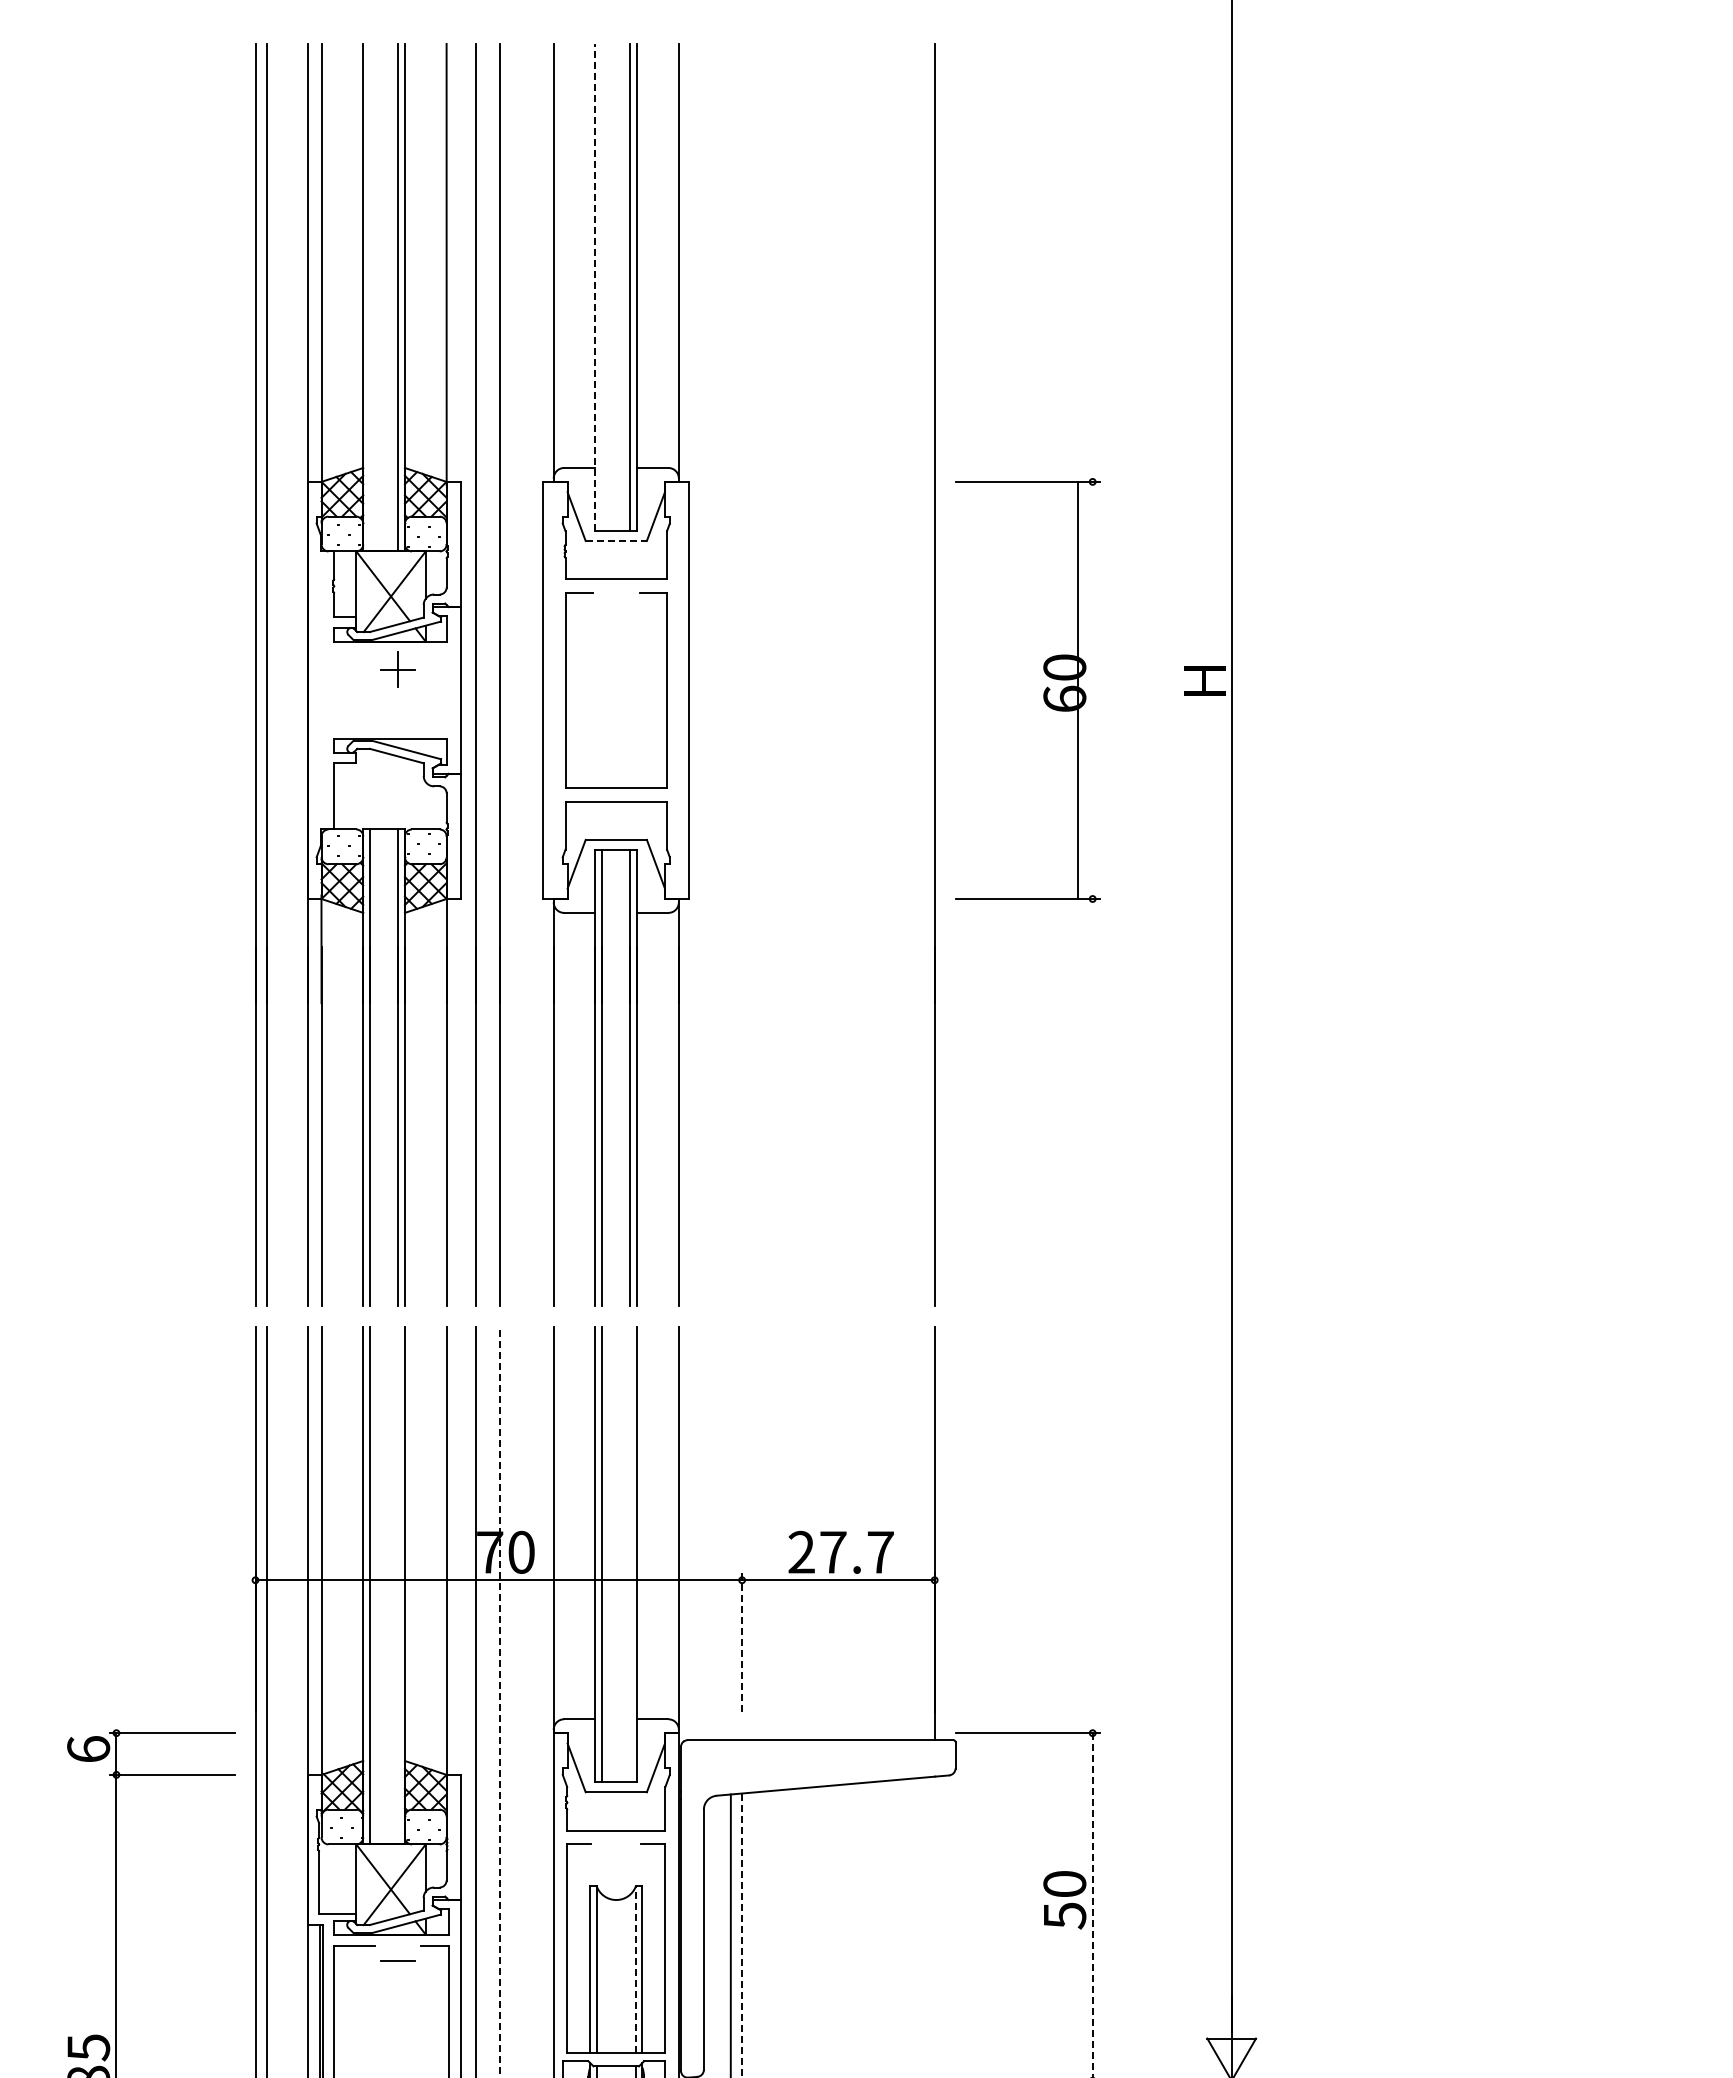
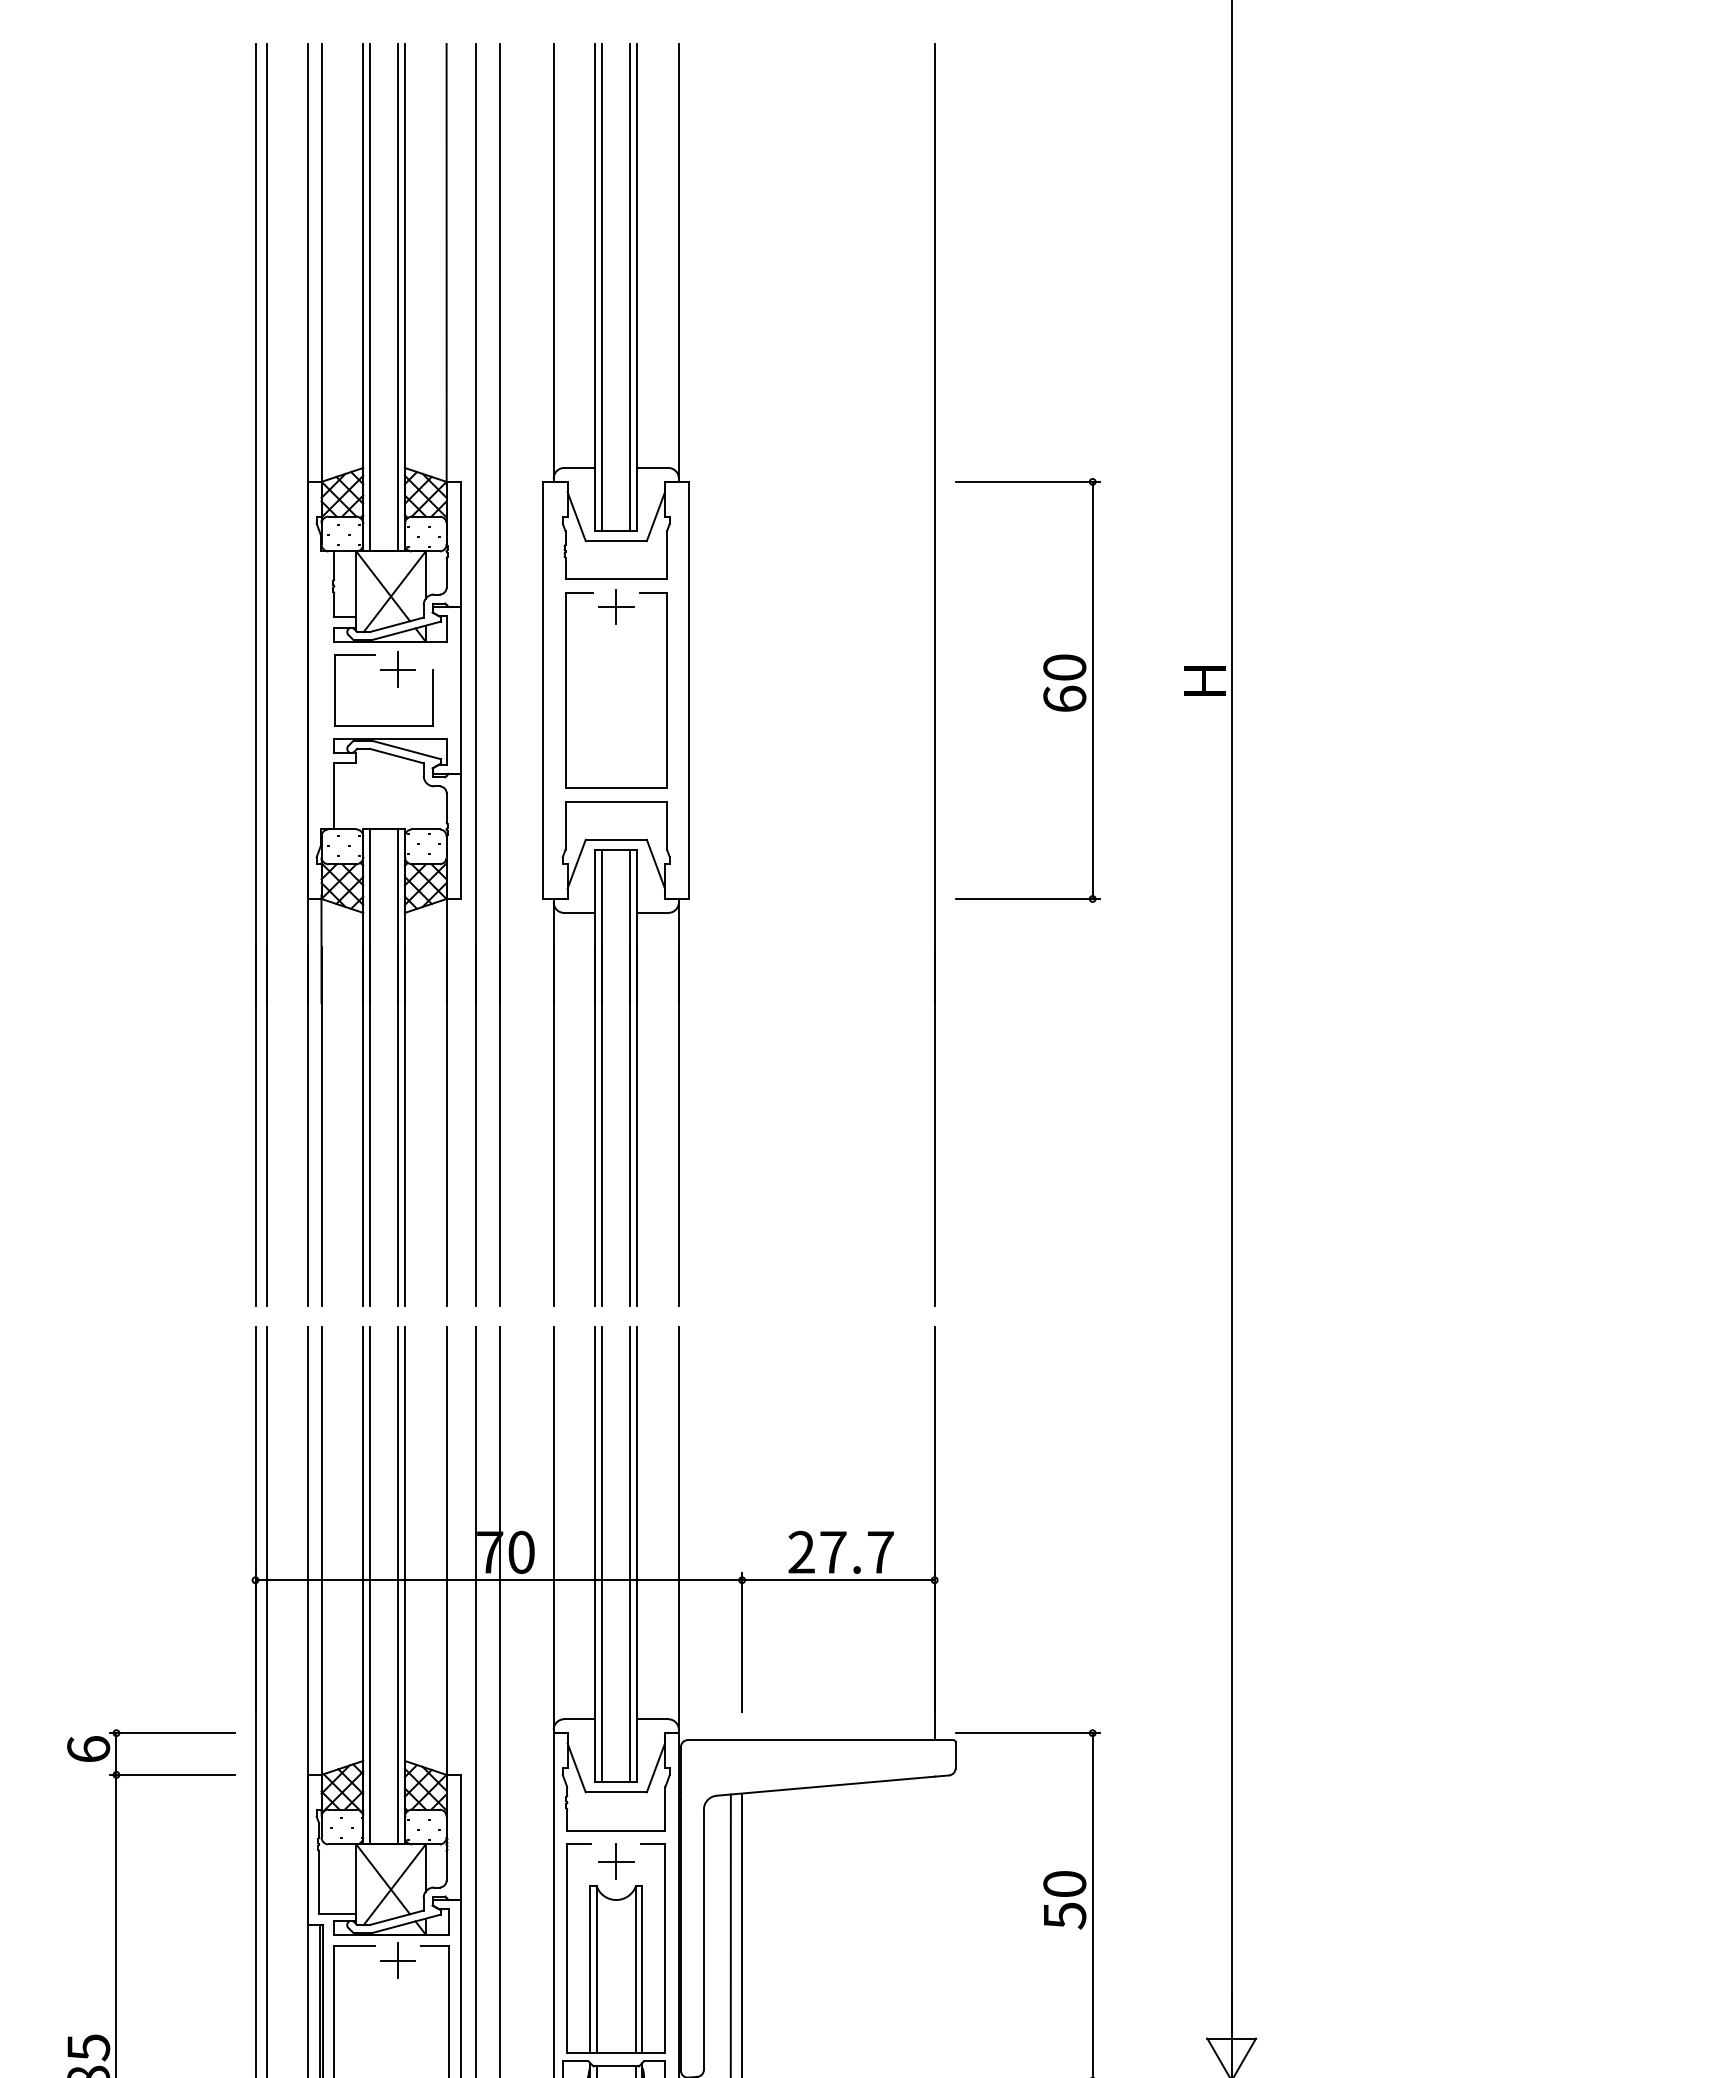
line at (595, 286): dashed -> solid
line at (602, 286): none -> present
line at (370, 297): none -> present
line at (616, 541): dashed -> solid
part at (616, 606): none -> present
line at (1077, 690) position: (1077, 690) -> (1092, 690)
part at (383, 725): none -> present
line at (630, 1553): none -> present
line at (397, 1585): none -> present
line at (742, 1642): dashed -> solid
line at (500, 1701): dashed -> solid
part at (616, 1861): none -> present
line at (1092, 1904): dashed -> solid
line at (742, 1936): dashed -> solid
line at (398, 1960): none -> present
line at (635, 1969): dashed -> solid
